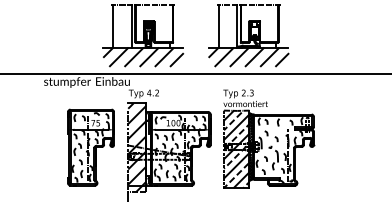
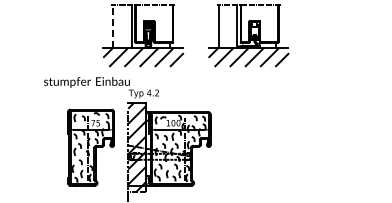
line at (113, 25): solid -> dashed
line at (195, 73): present -> none
part at (269, 138): present -> none
